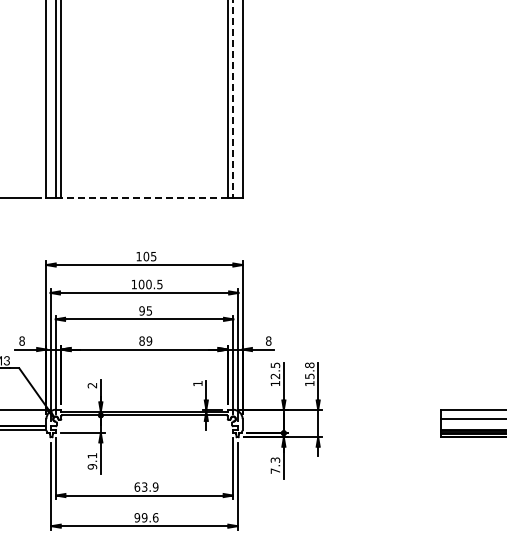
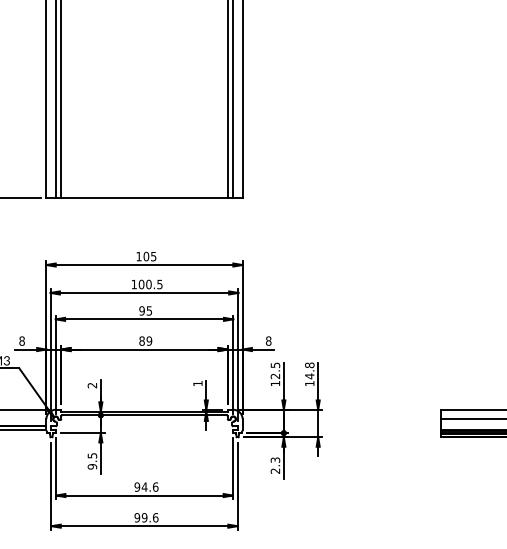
line at (233, 99): dashed -> solid
line at (144, 198): dashed -> solid
text at (309, 376): 15.8 -> 14.8
text at (92, 455): 9.1 -> 9.5
text at (275, 470): 7.3 -> 2.3
text at (146, 486): 63.9 -> 94.6
